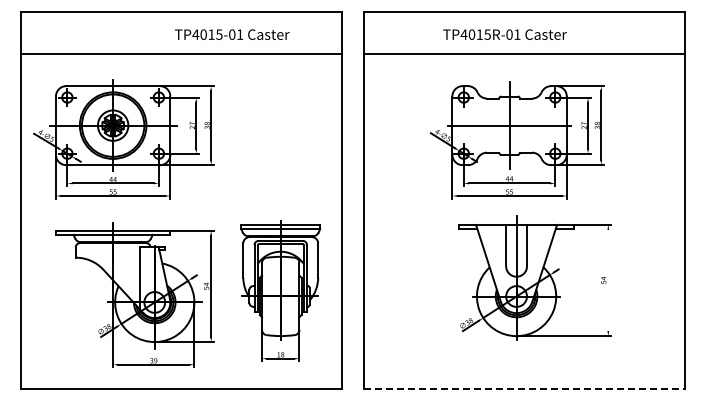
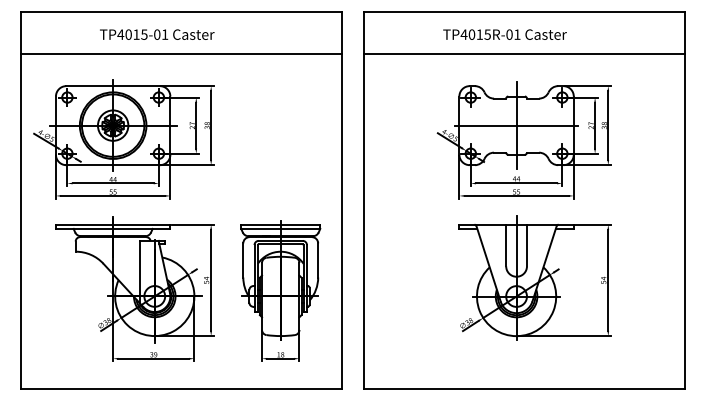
text at (232, 34) position: (232, 34) -> (157, 34)
part at (516, 140) position: (516, 140) -> (523, 140)
line at (608, 279): none -> present
part at (134, 294) position: (134, 294) -> (134, 288)
line at (525, 388): dashed -> solid
